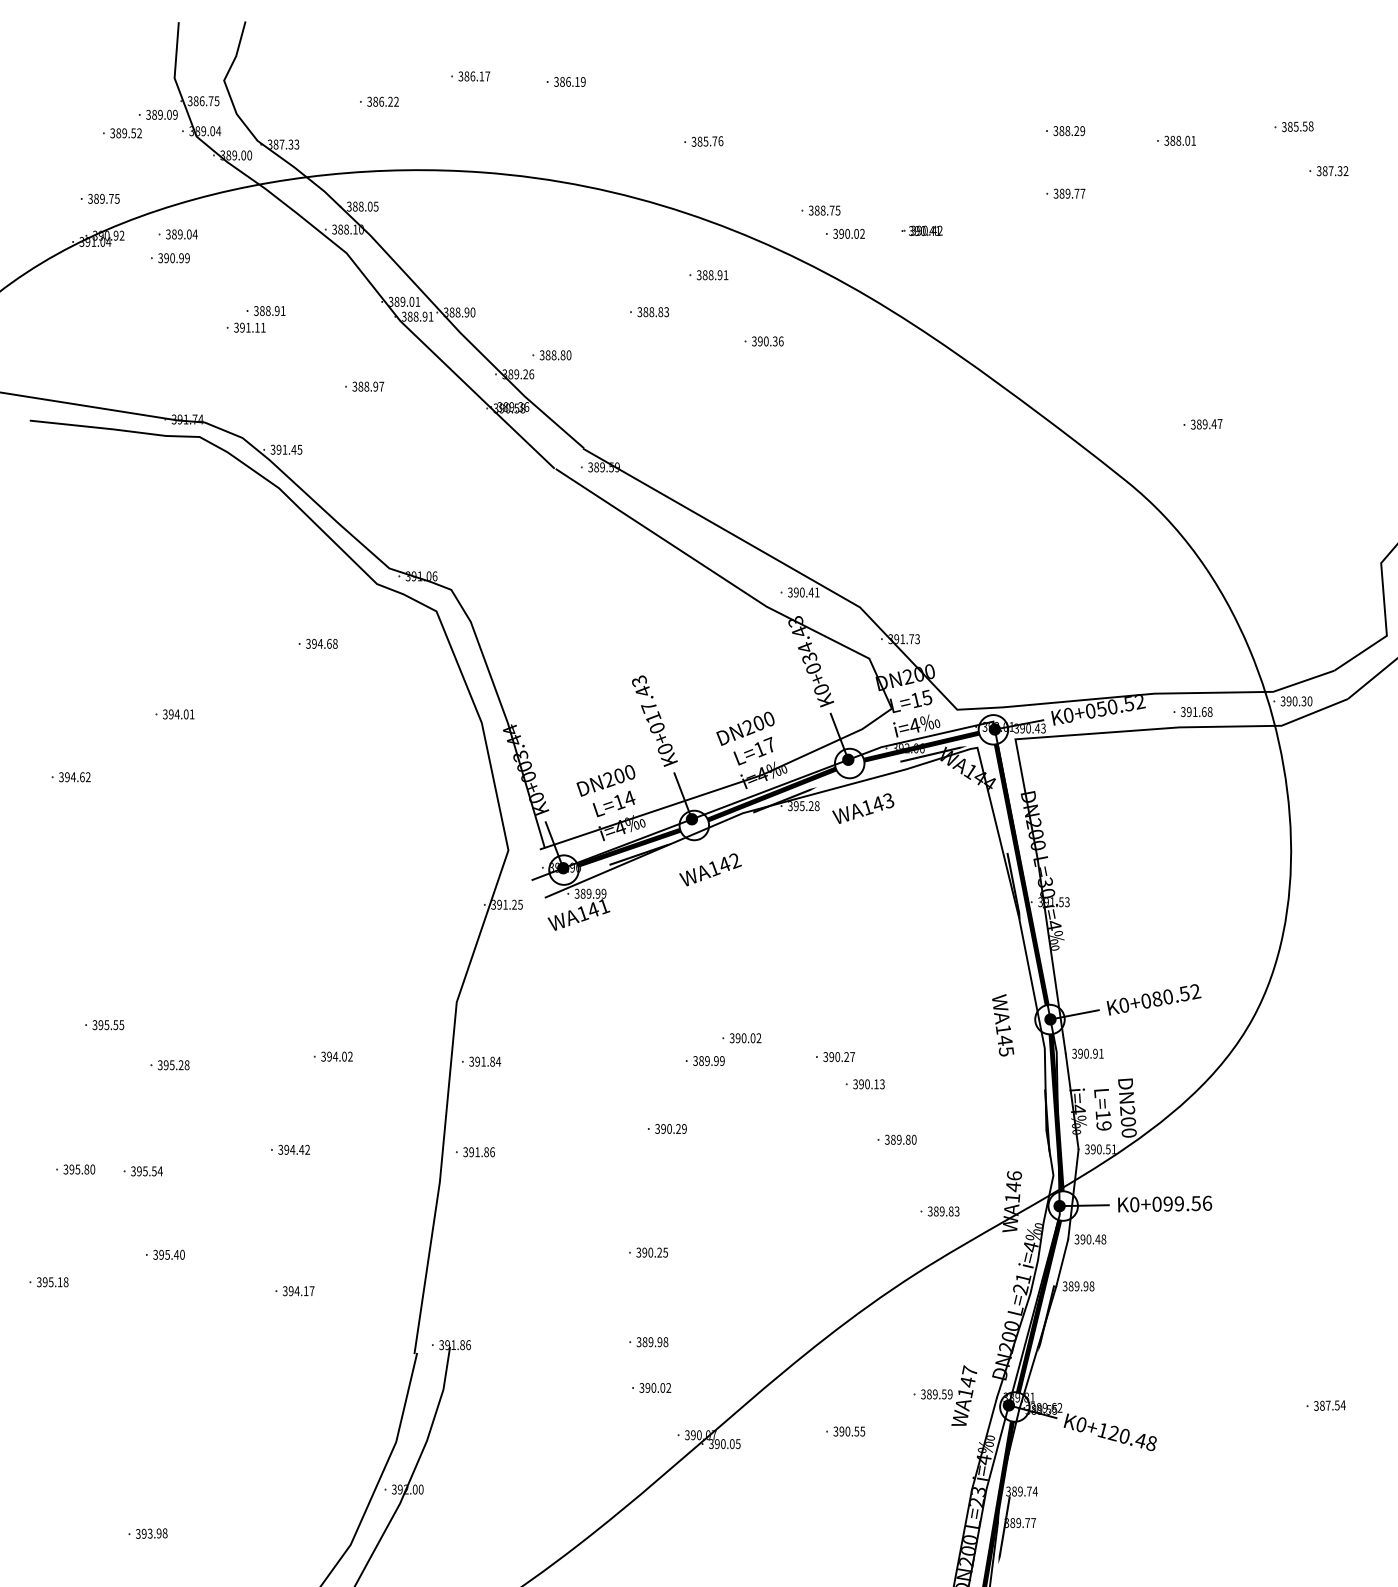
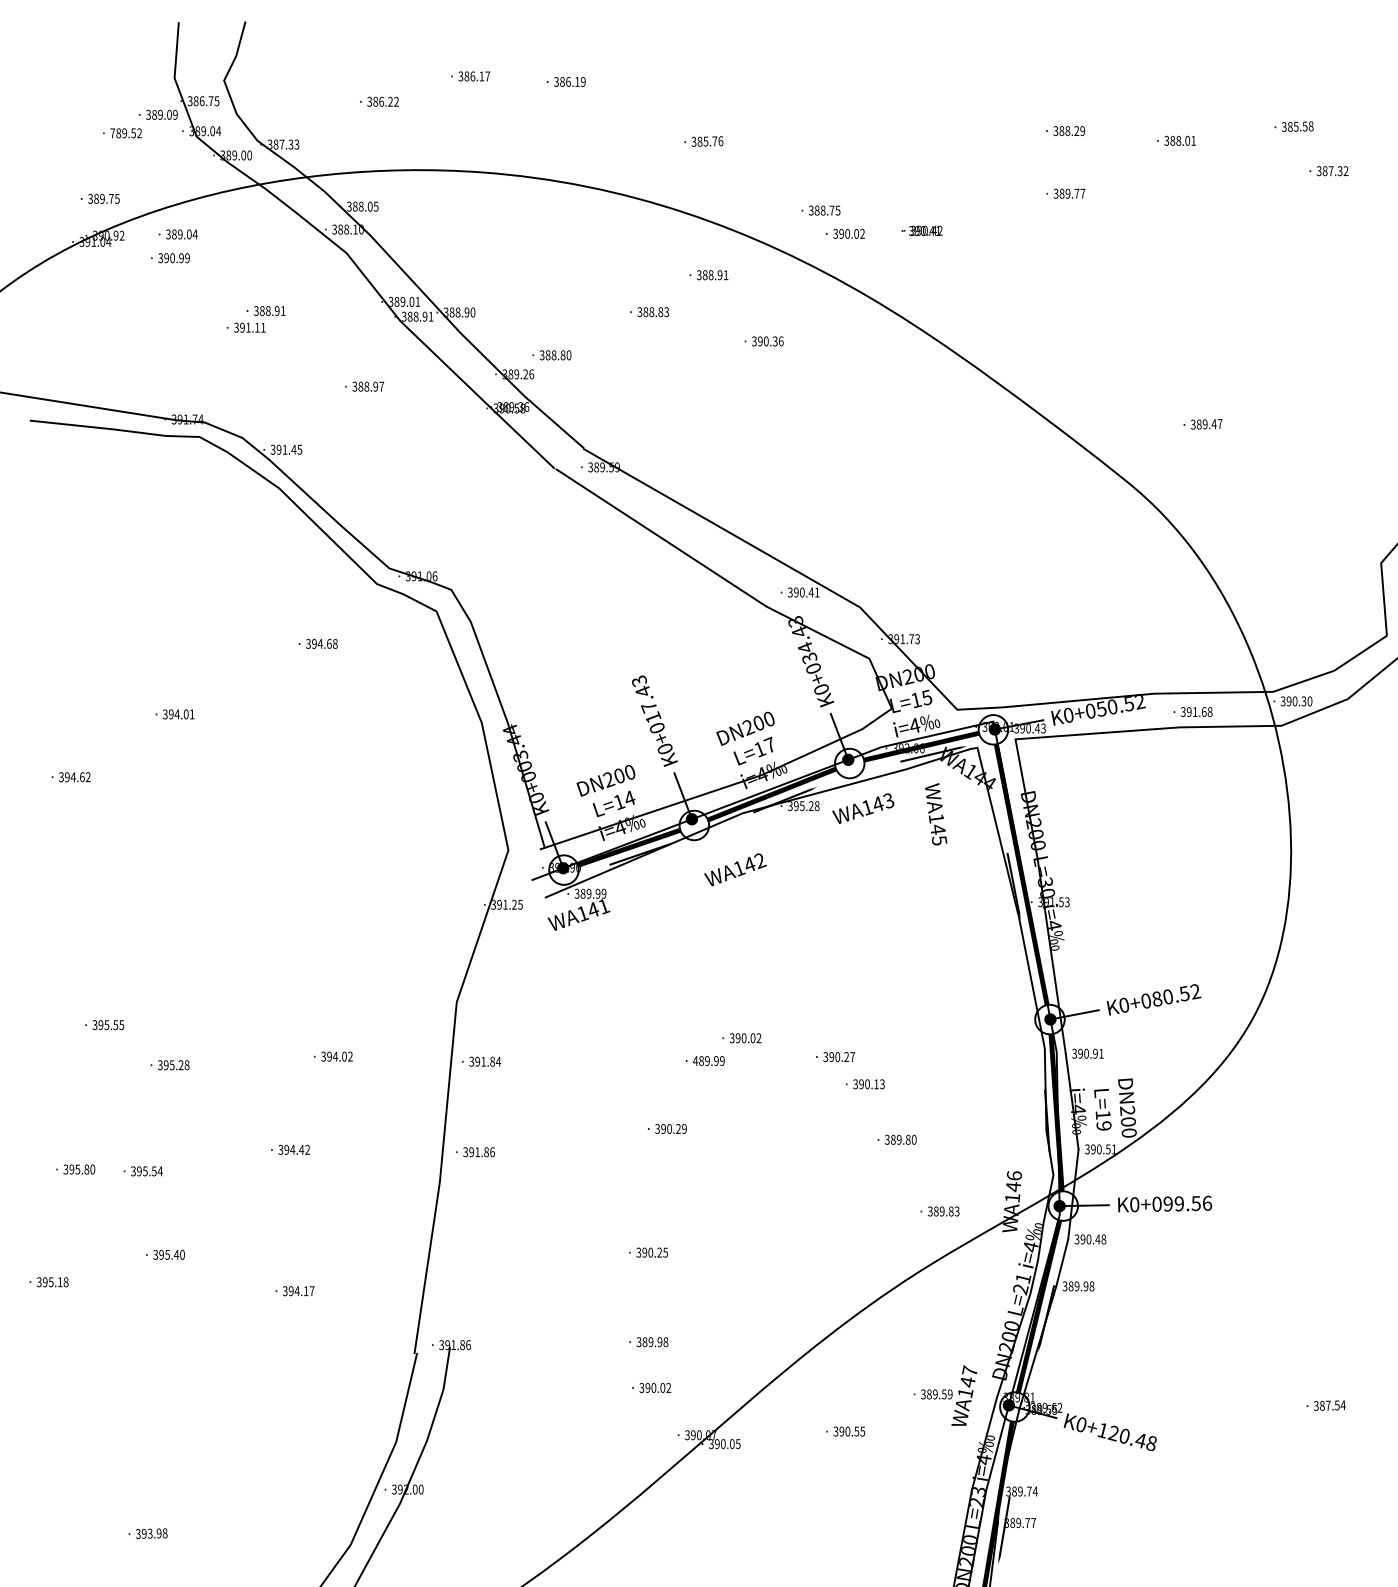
text at (112, 133): 389.52 -> 789.52
text at (710, 869) position: (710, 869) -> (735, 869)
text at (1003, 1025) position: (1003, 1025) -> (936, 814)
text at (695, 1061): 389.99 -> 489.99
